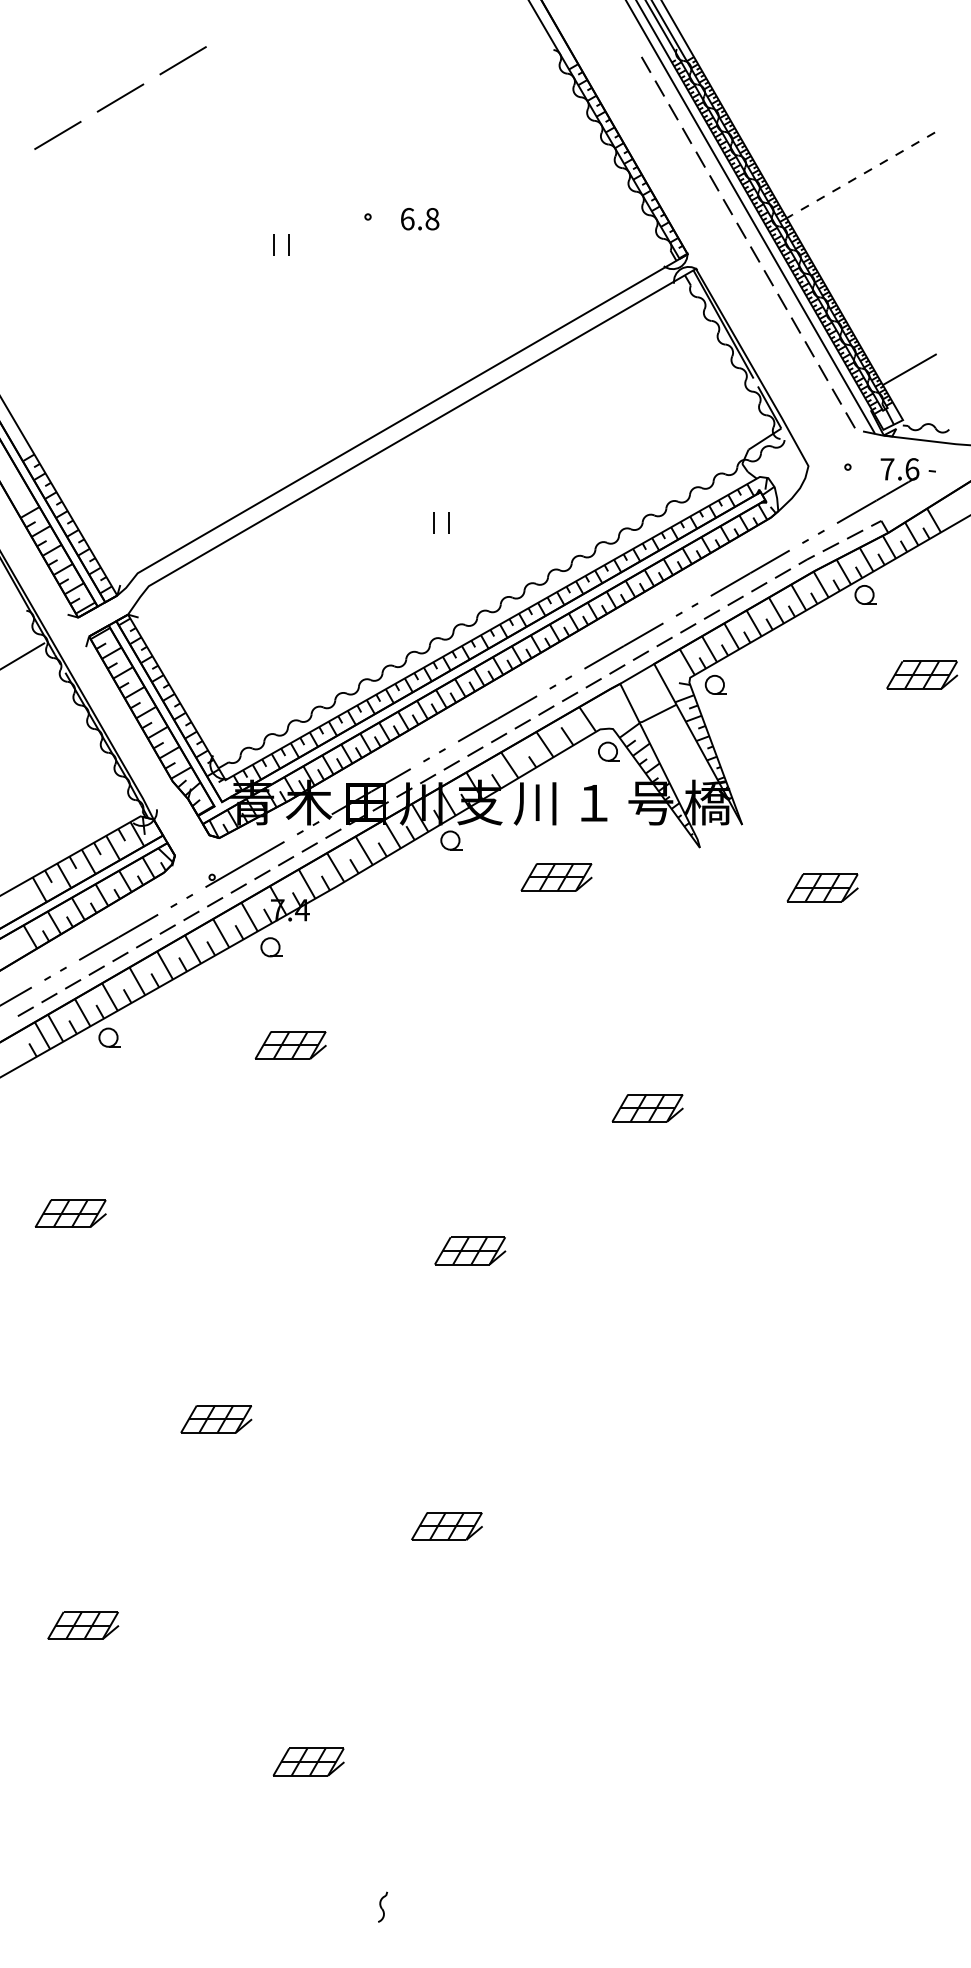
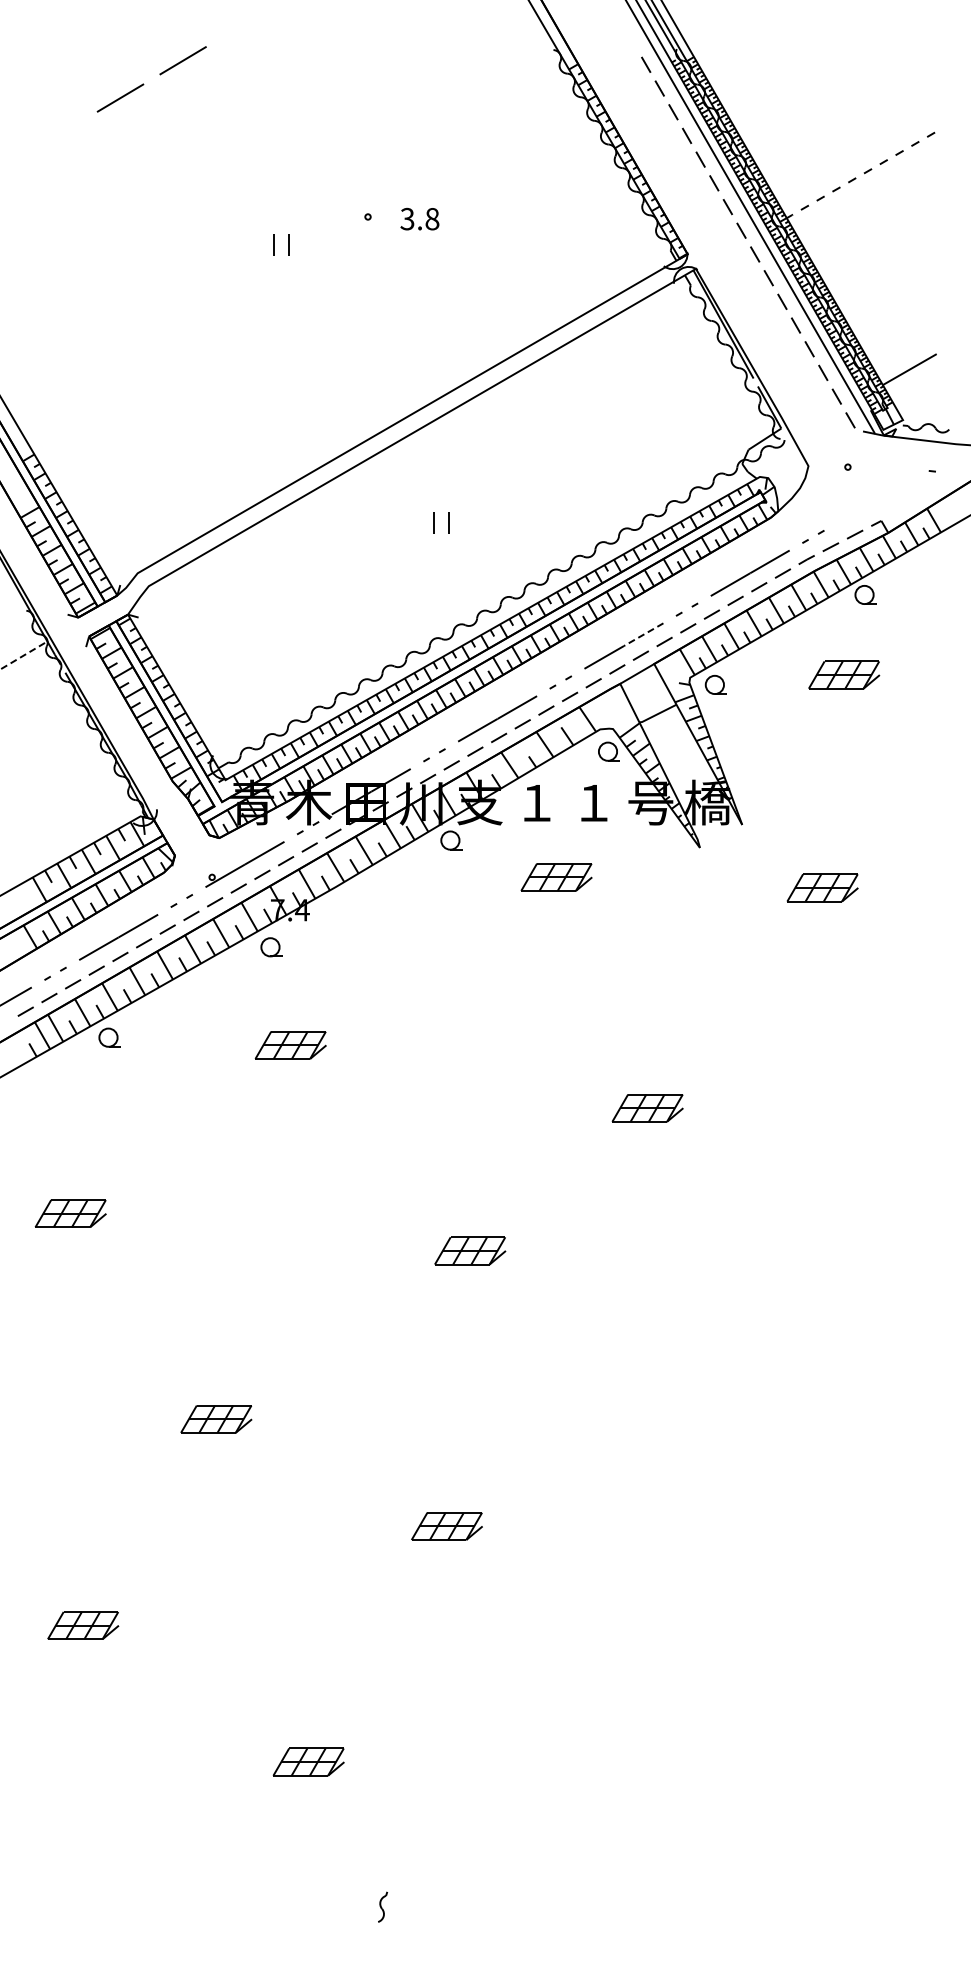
line at (57, 134): present -> none
text at (407, 218): 6.8 -> 3.8
part at (881, 496): present -> none
line at (643, 634): solid -> dashed
line at (22, 656): solid -> dashed
part at (922, 674) position: (922, 674) -> (844, 674)
text at (534, 803): 川 -> １
